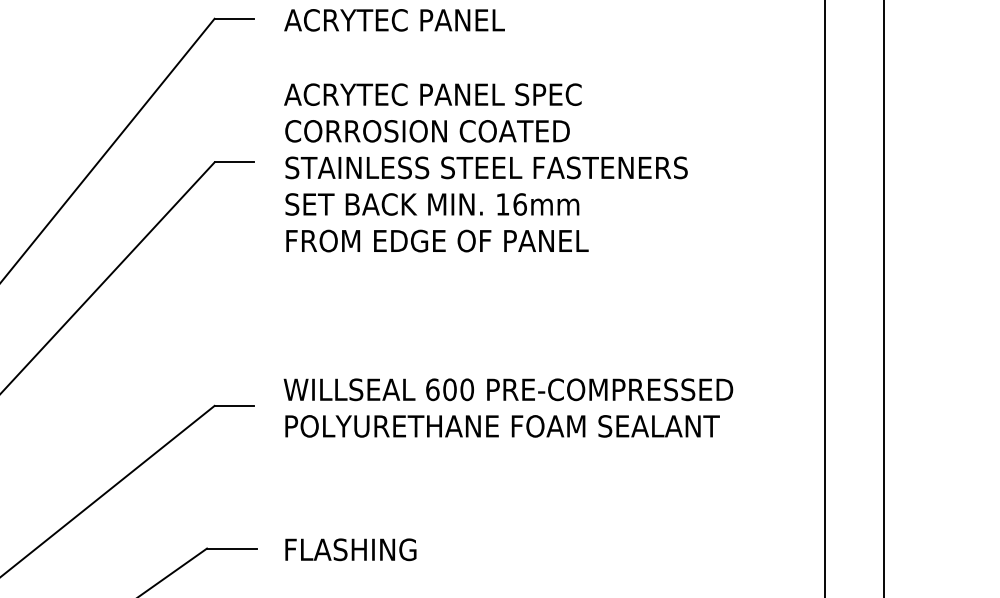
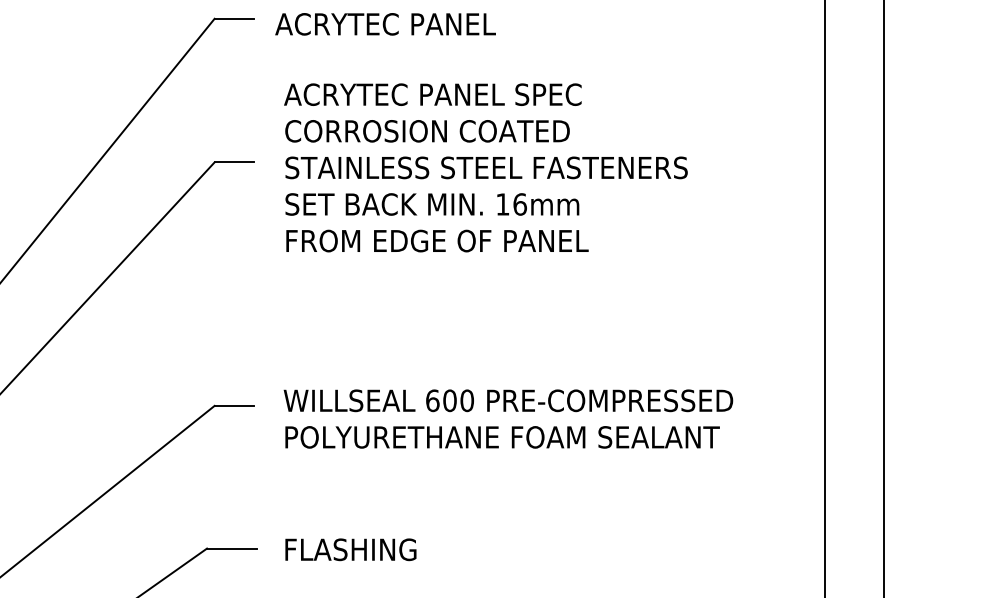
text at (394, 20) position: (394, 20) -> (385, 24)
text at (508, 407) position: (508, 407) -> (508, 418)
